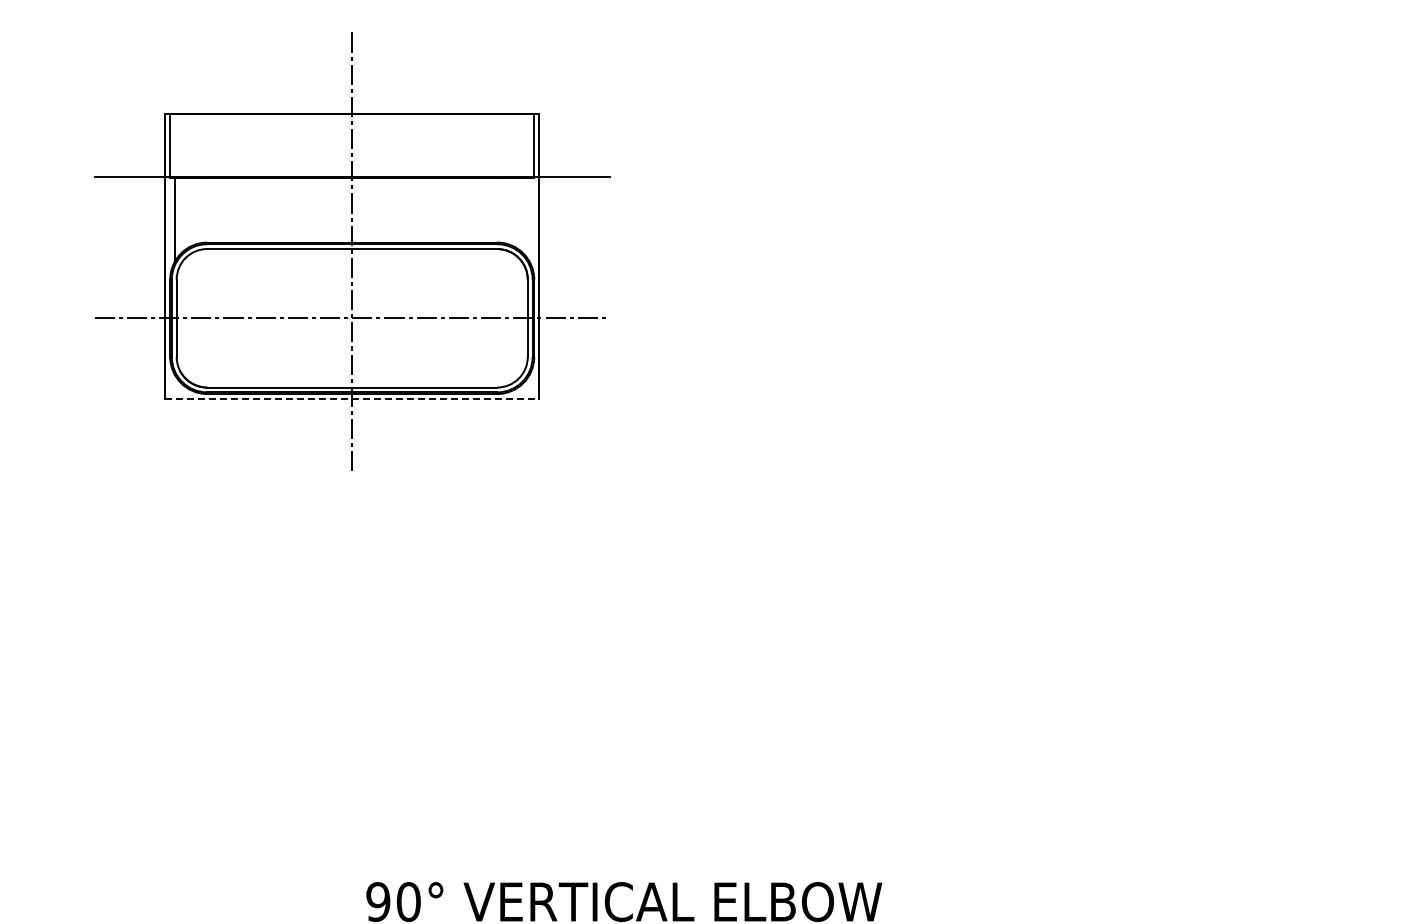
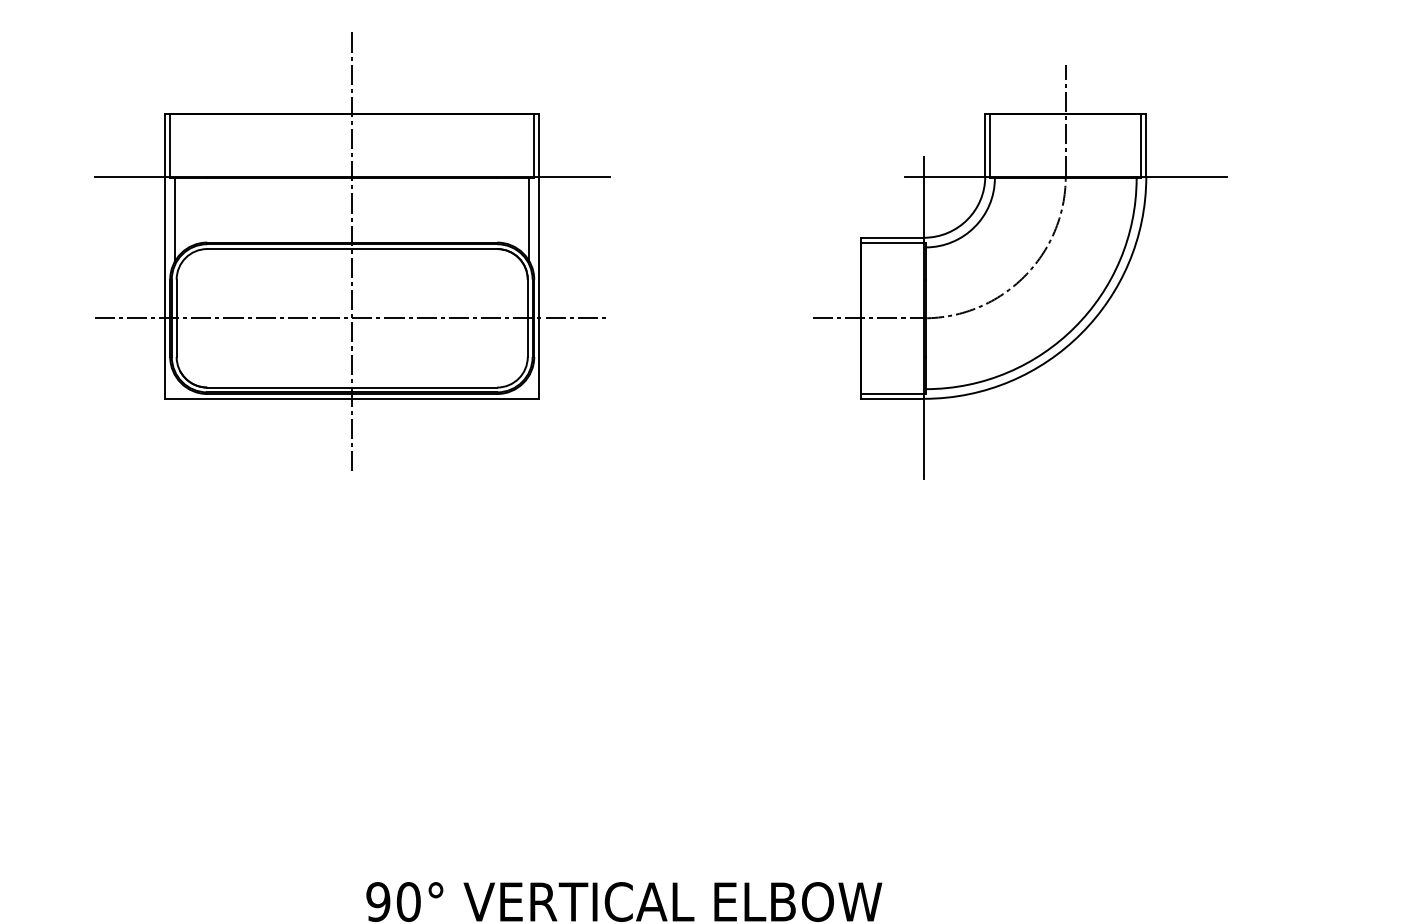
line at (529, 219): none -> present
part at (1020, 272): none -> present
line at (352, 398): dashed -> solid
